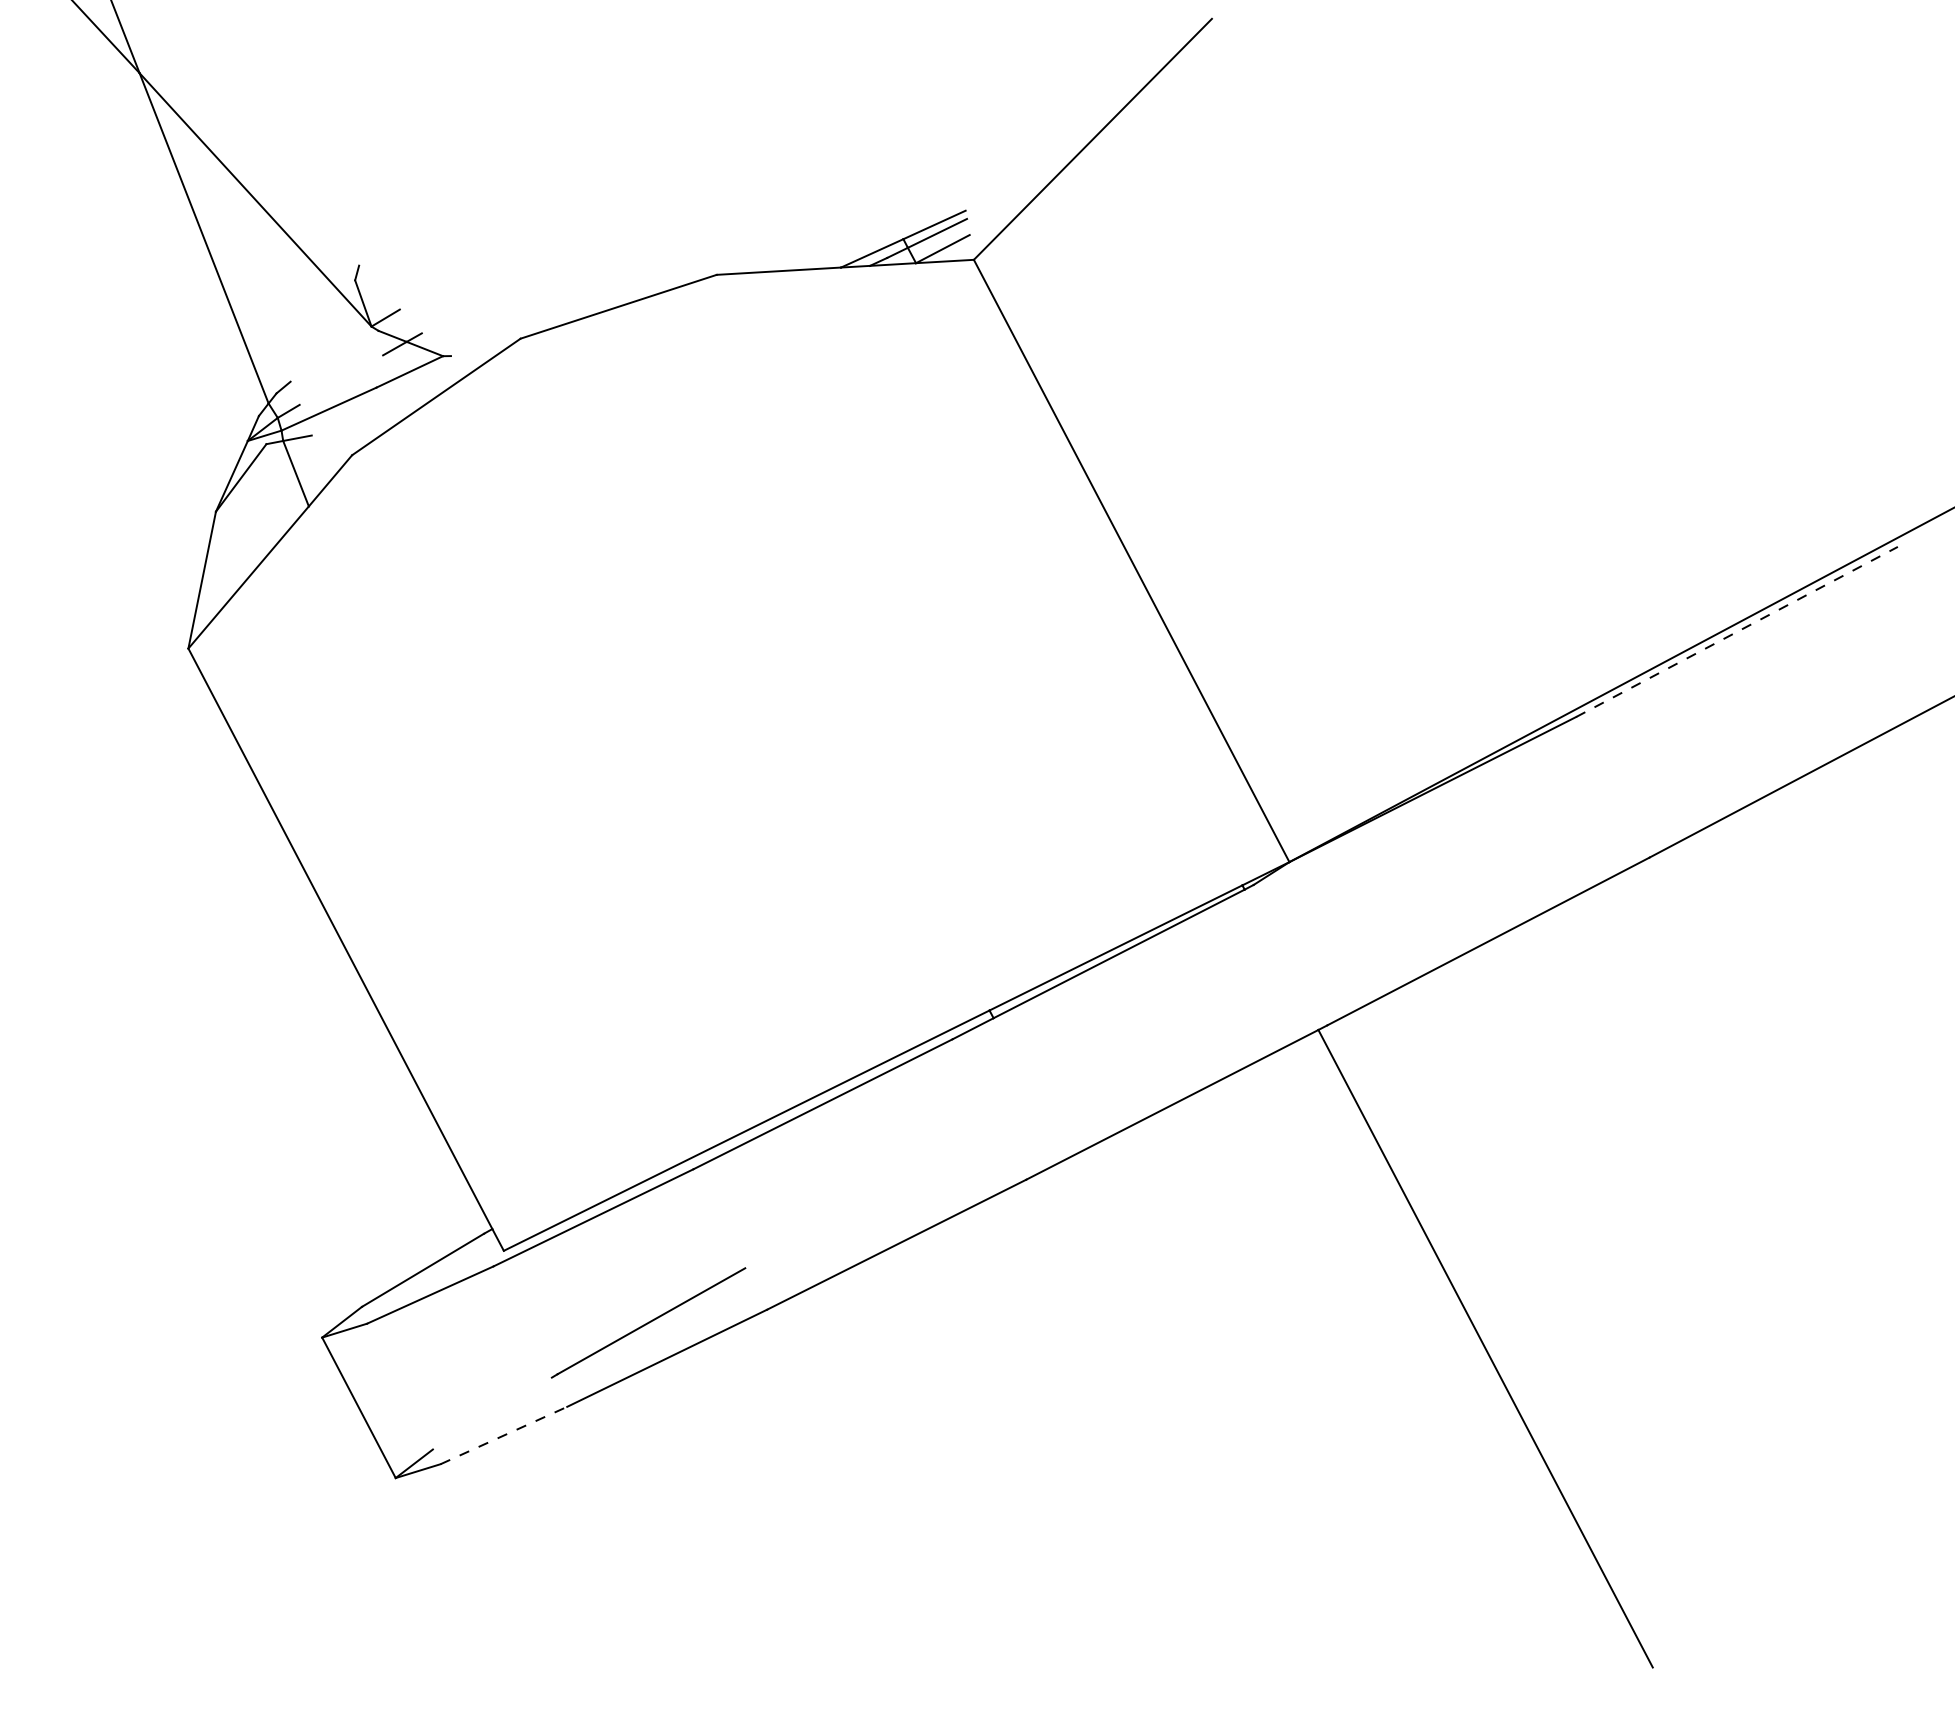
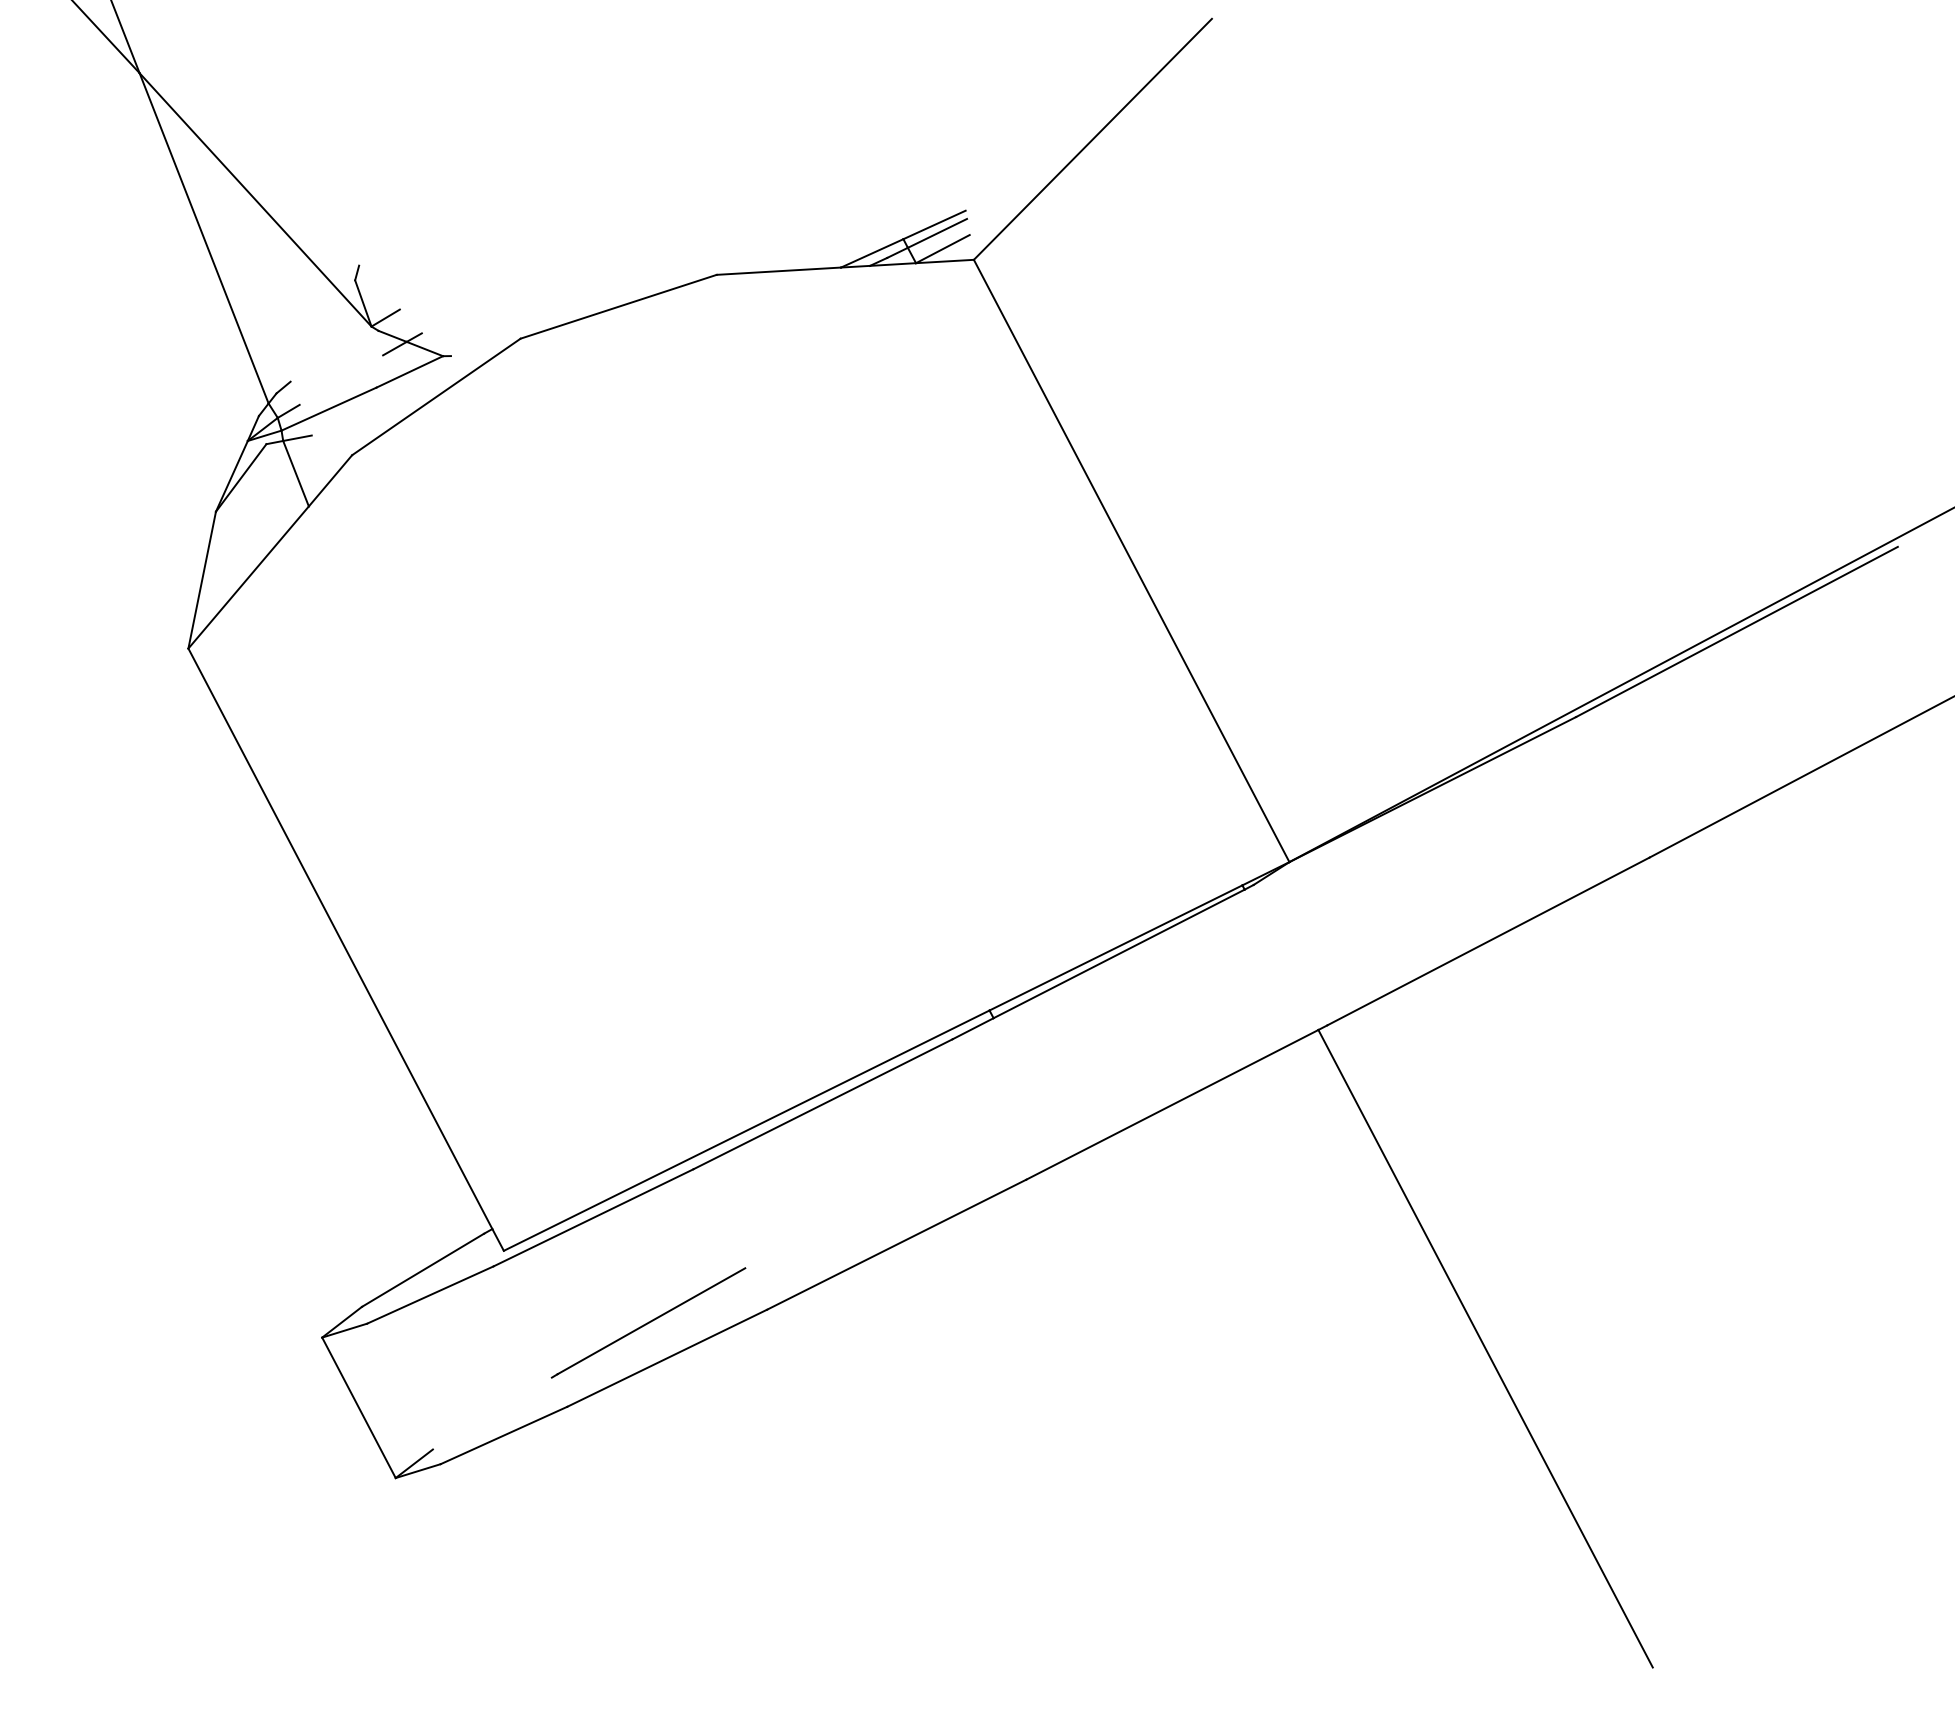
line at (1737, 631): dashed -> solid
line at (504, 1435): dashed -> solid
